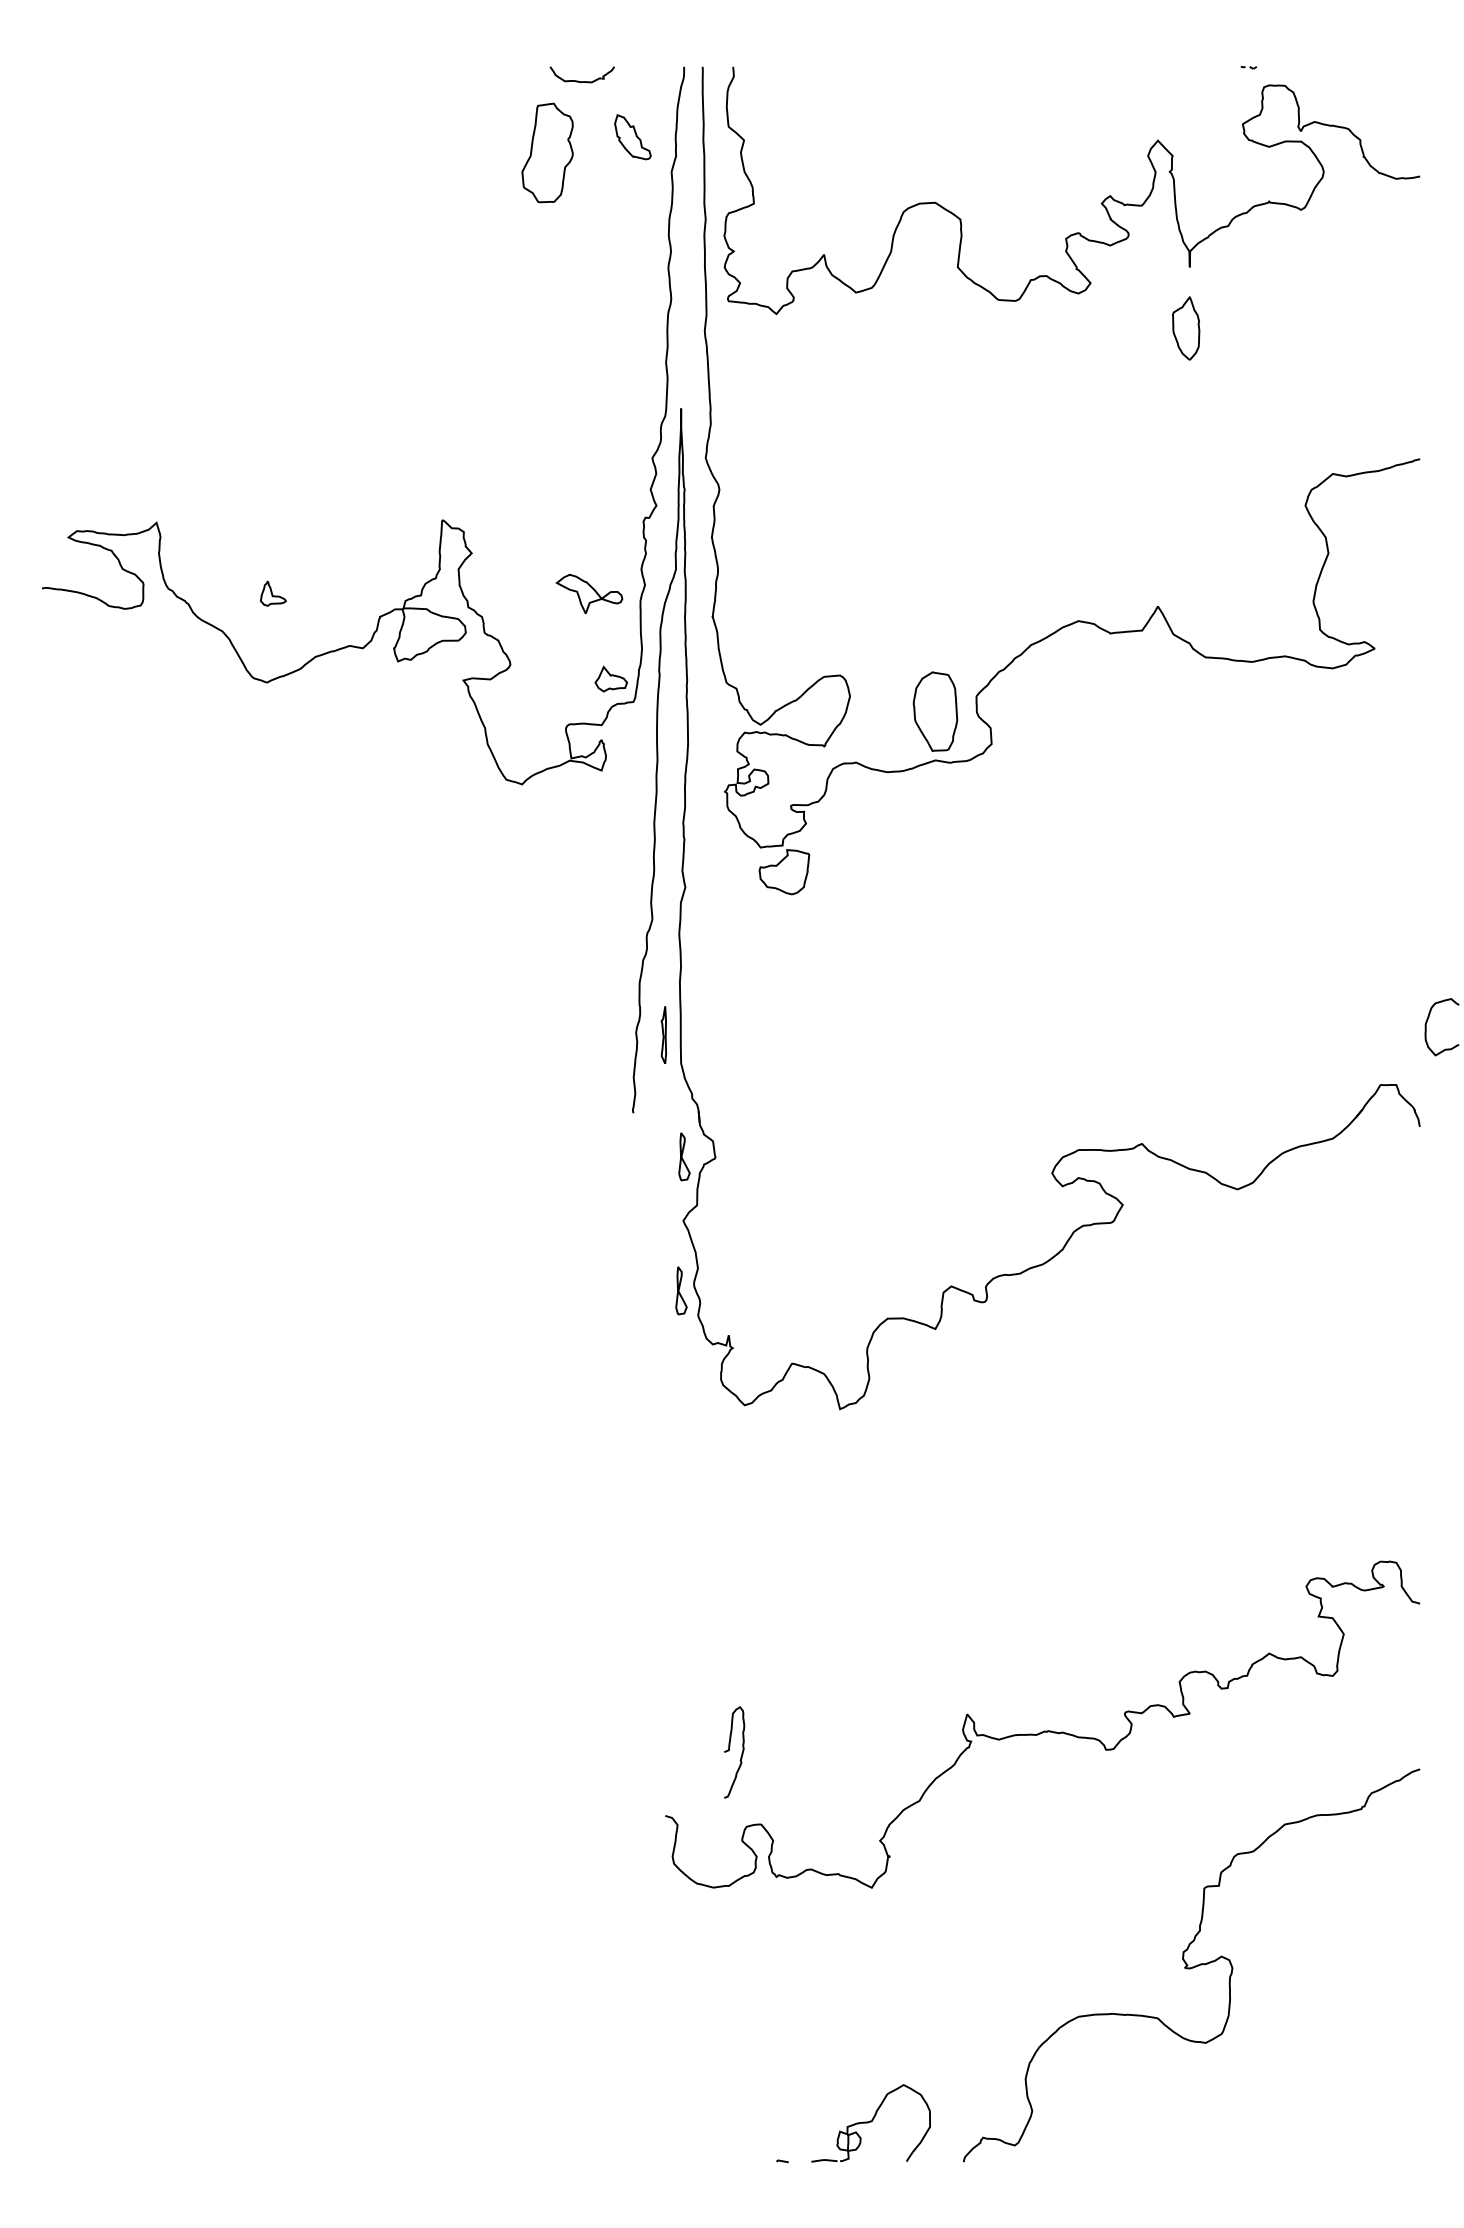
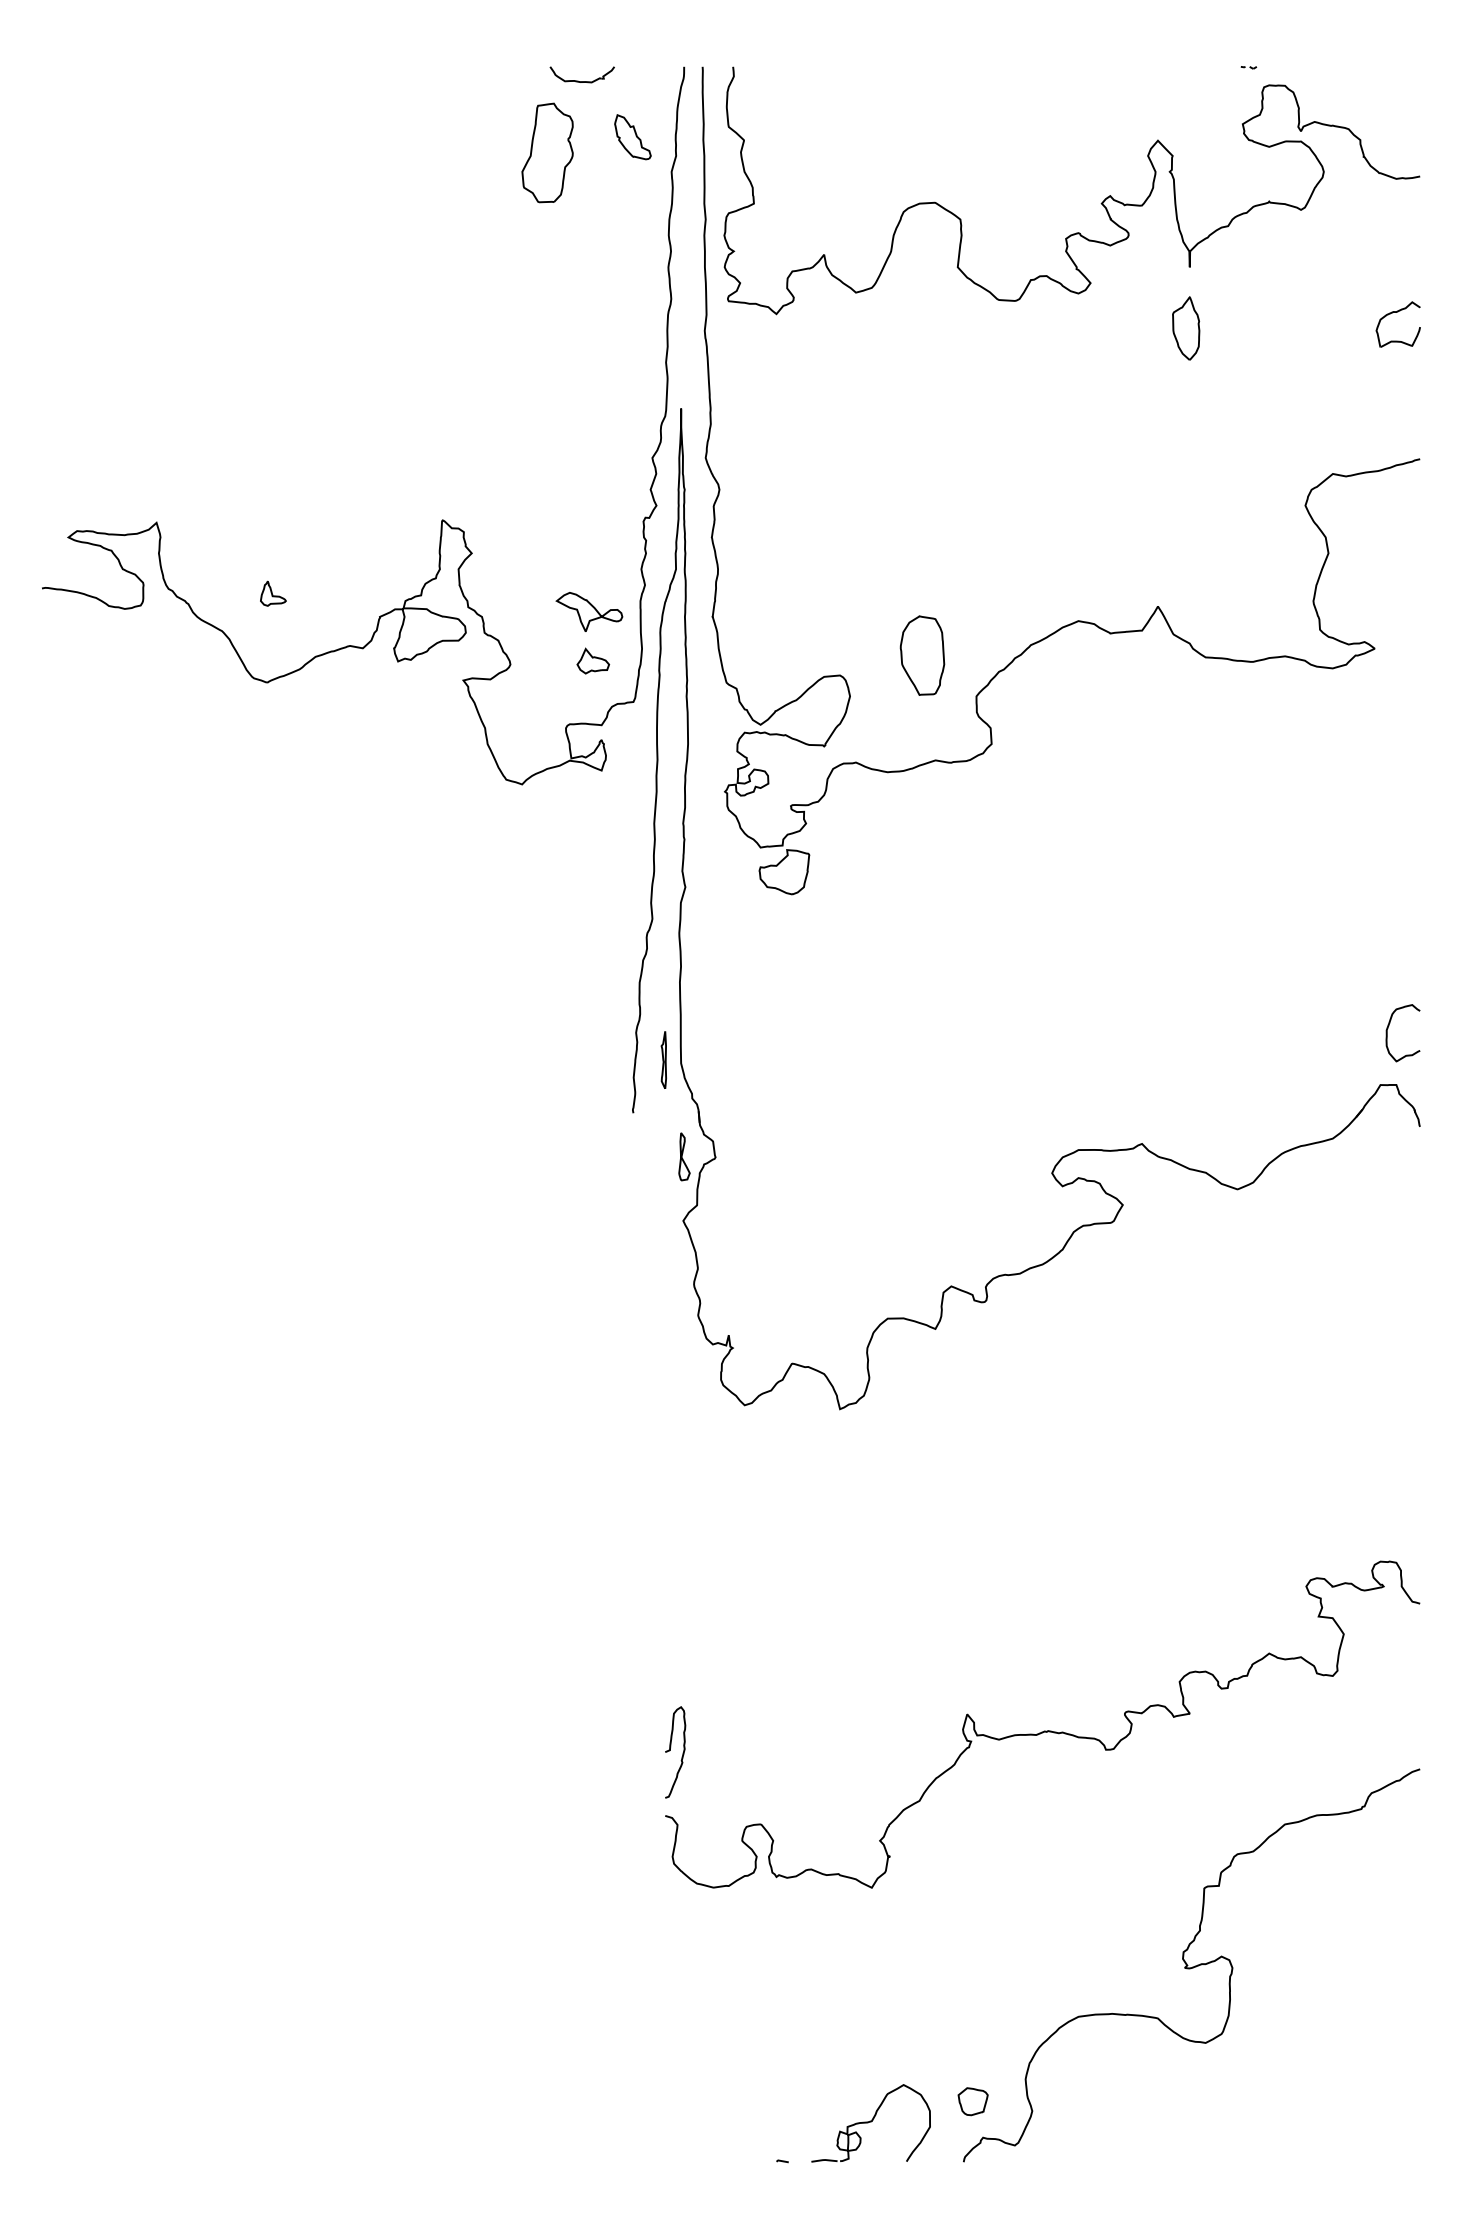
part at (1397, 312): none -> present
part at (589, 593) position: (589, 593) -> (589, 611)
part at (611, 678) position: (611, 678) -> (593, 660)
part at (935, 711) position: (935, 711) -> (922, 655)
curve at (1428, 1020) position: (1428, 1020) -> (1389, 1026)
part at (663, 1034) position: (663, 1034) -> (663, 1059)
part at (681, 1290): present -> none
curve at (729, 1750) position: (729, 1750) -> (670, 1750)
part at (972, 2101): none -> present
